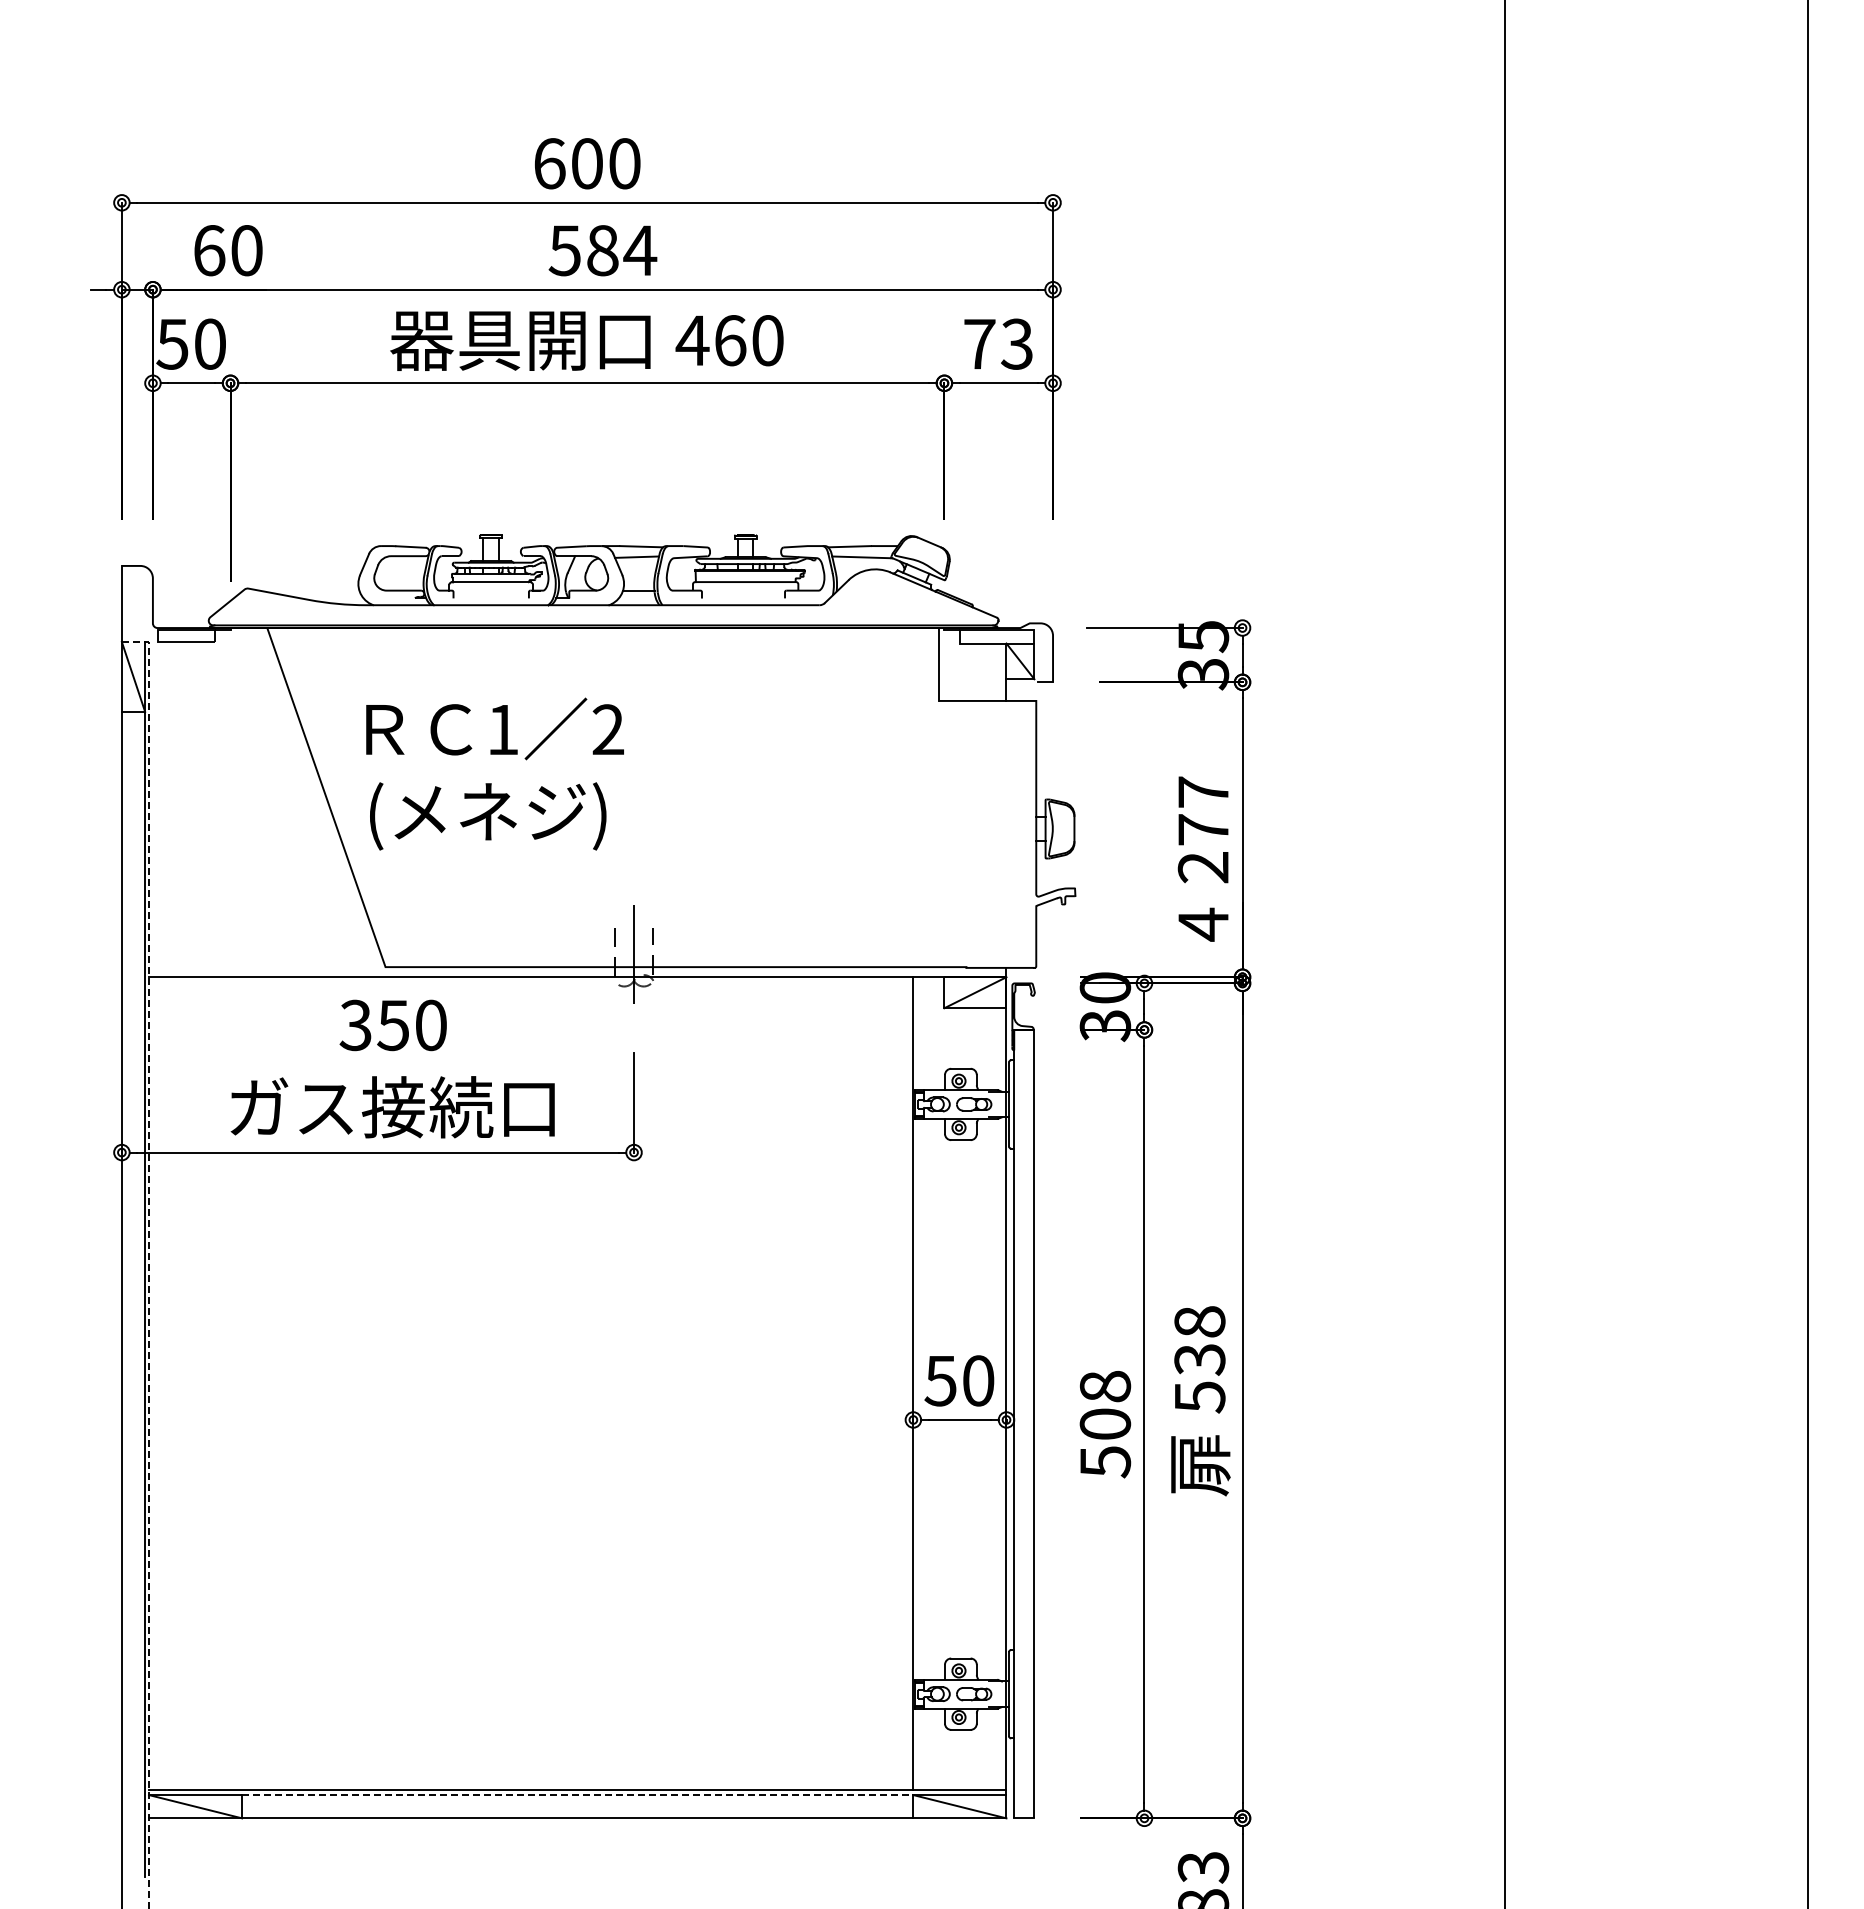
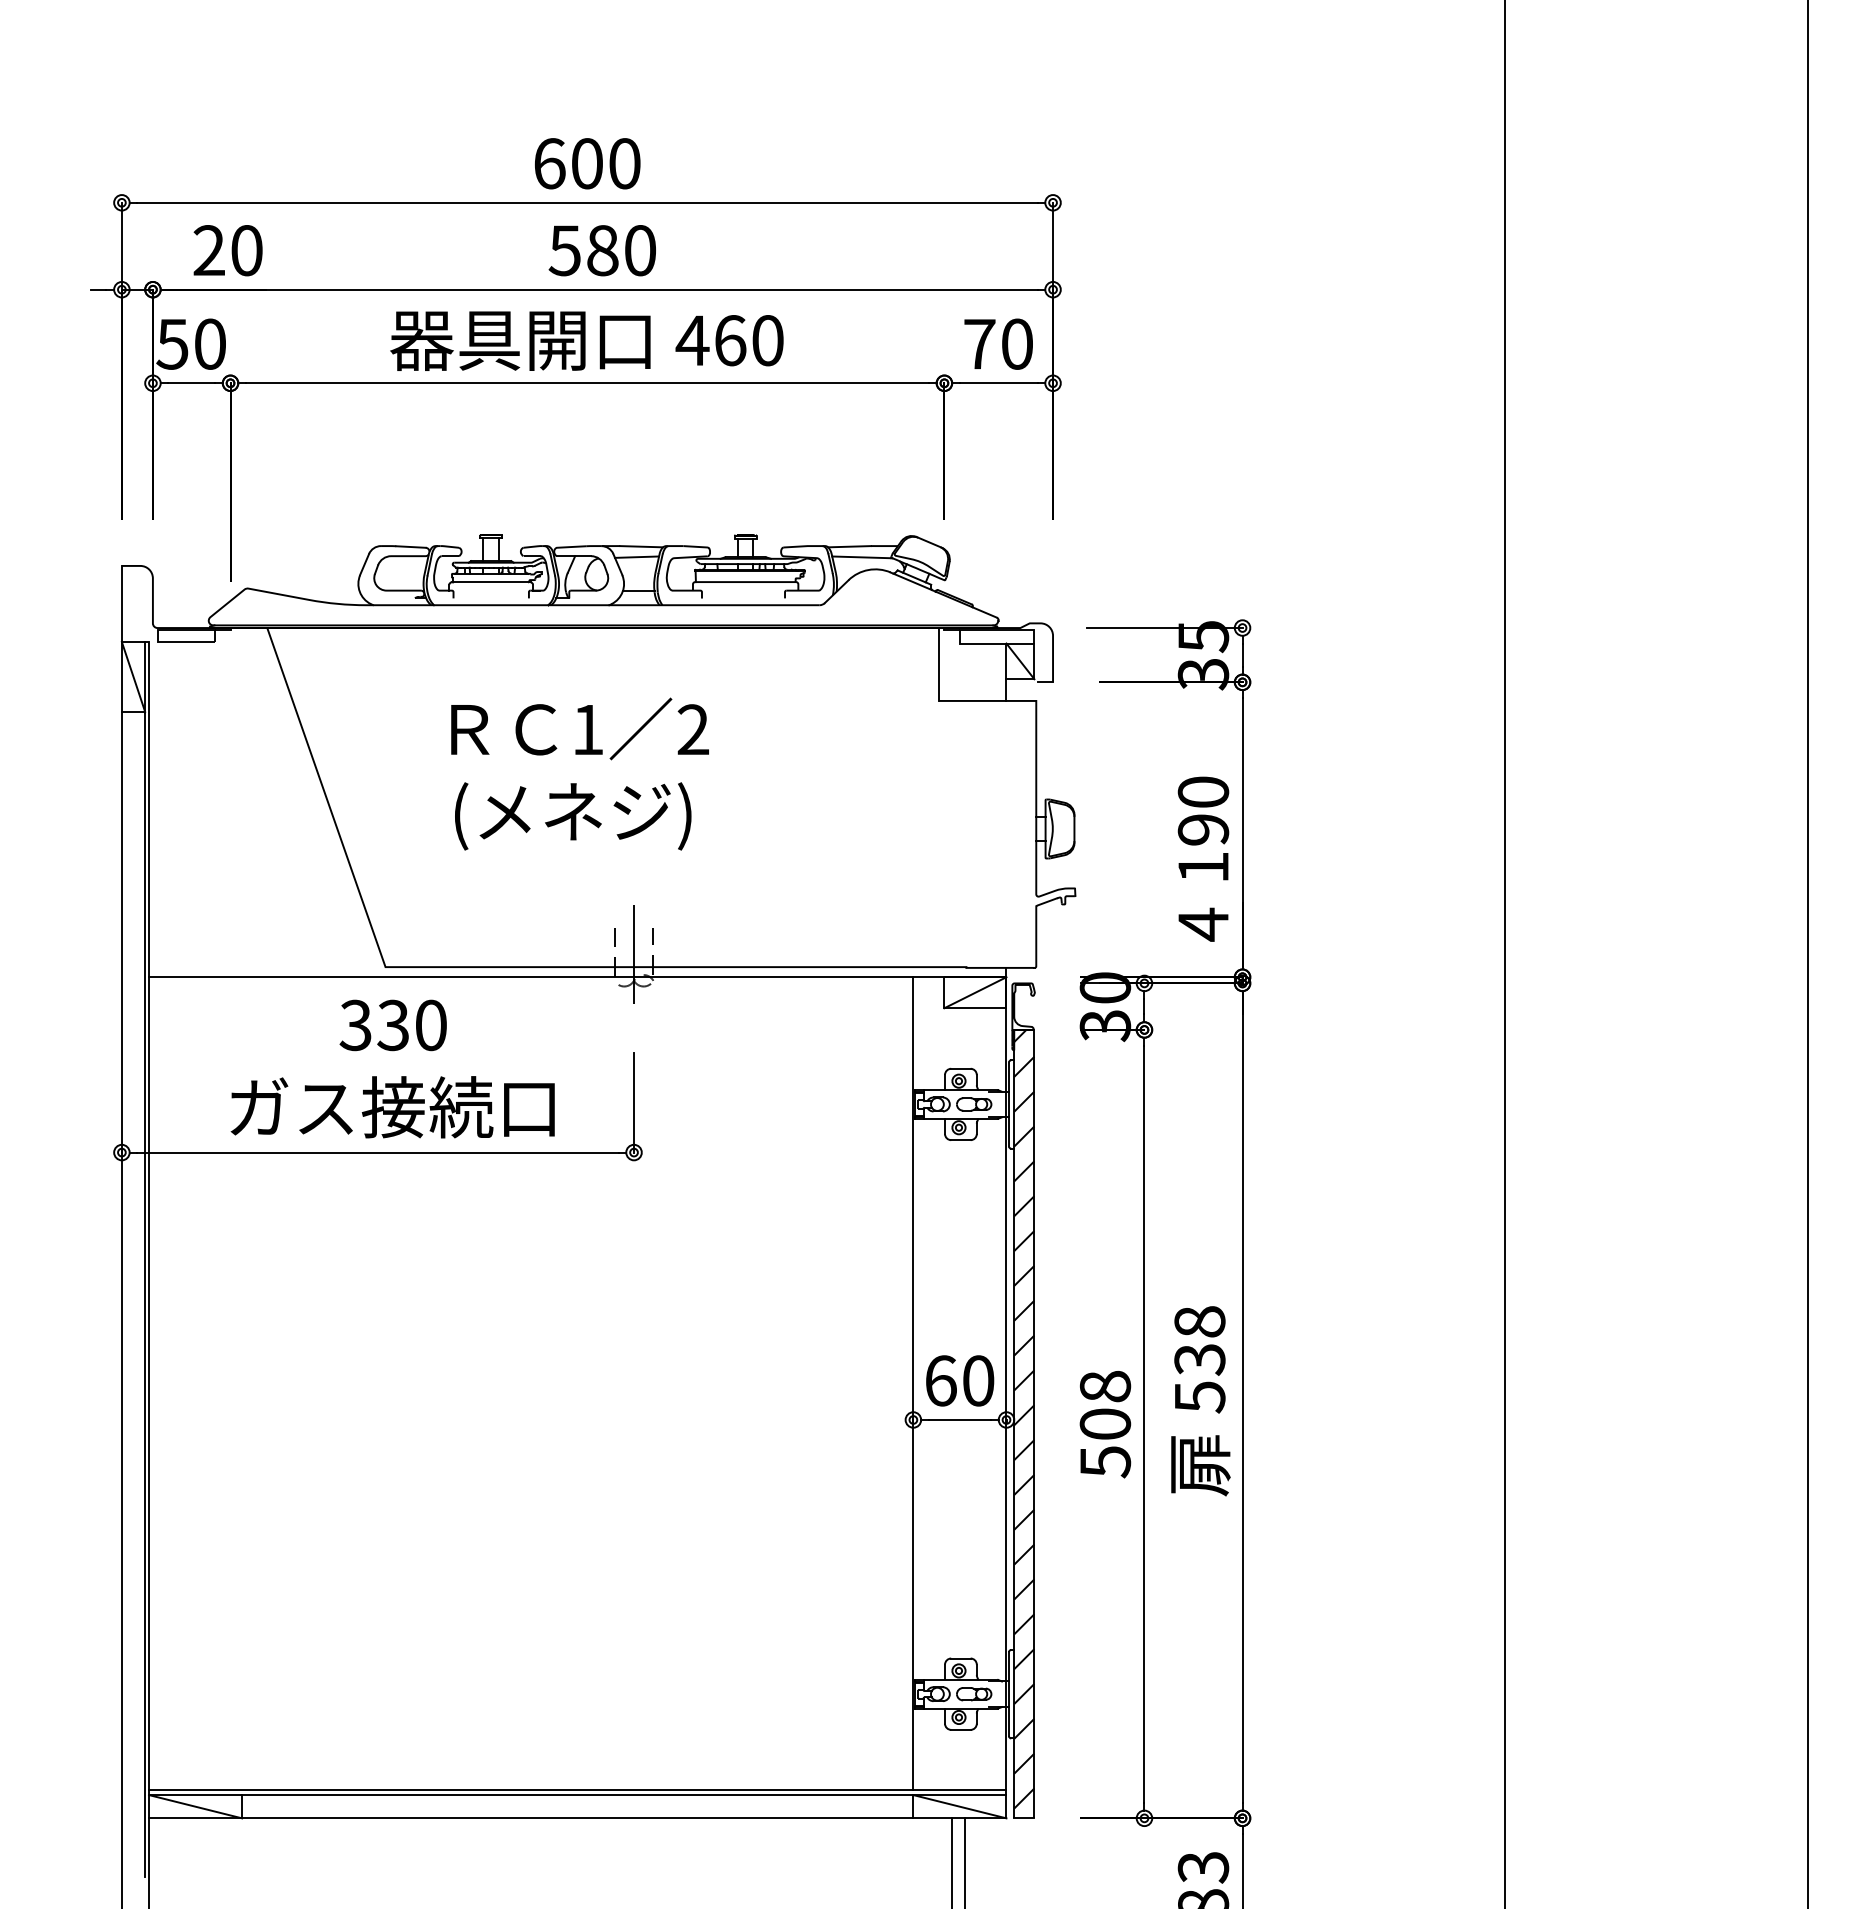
text at (209, 250): 60 -> 20
text at (640, 250): 584 -> 580
text at (1016, 343): 73 -> 70
text at (494, 773) position: (494, 773) -> (579, 773)
text at (1203, 829): 277 -> 190
text at (392, 1024): 350 -> 330
line at (149, 1260): dashed -> solid
text at (940, 1380): 50 -> 60
hatch at (1024, 1418): none -> present
line at (577, 1795): dashed -> solid
line at (952, 1861): none -> present
line at (964, 1861): none -> present
